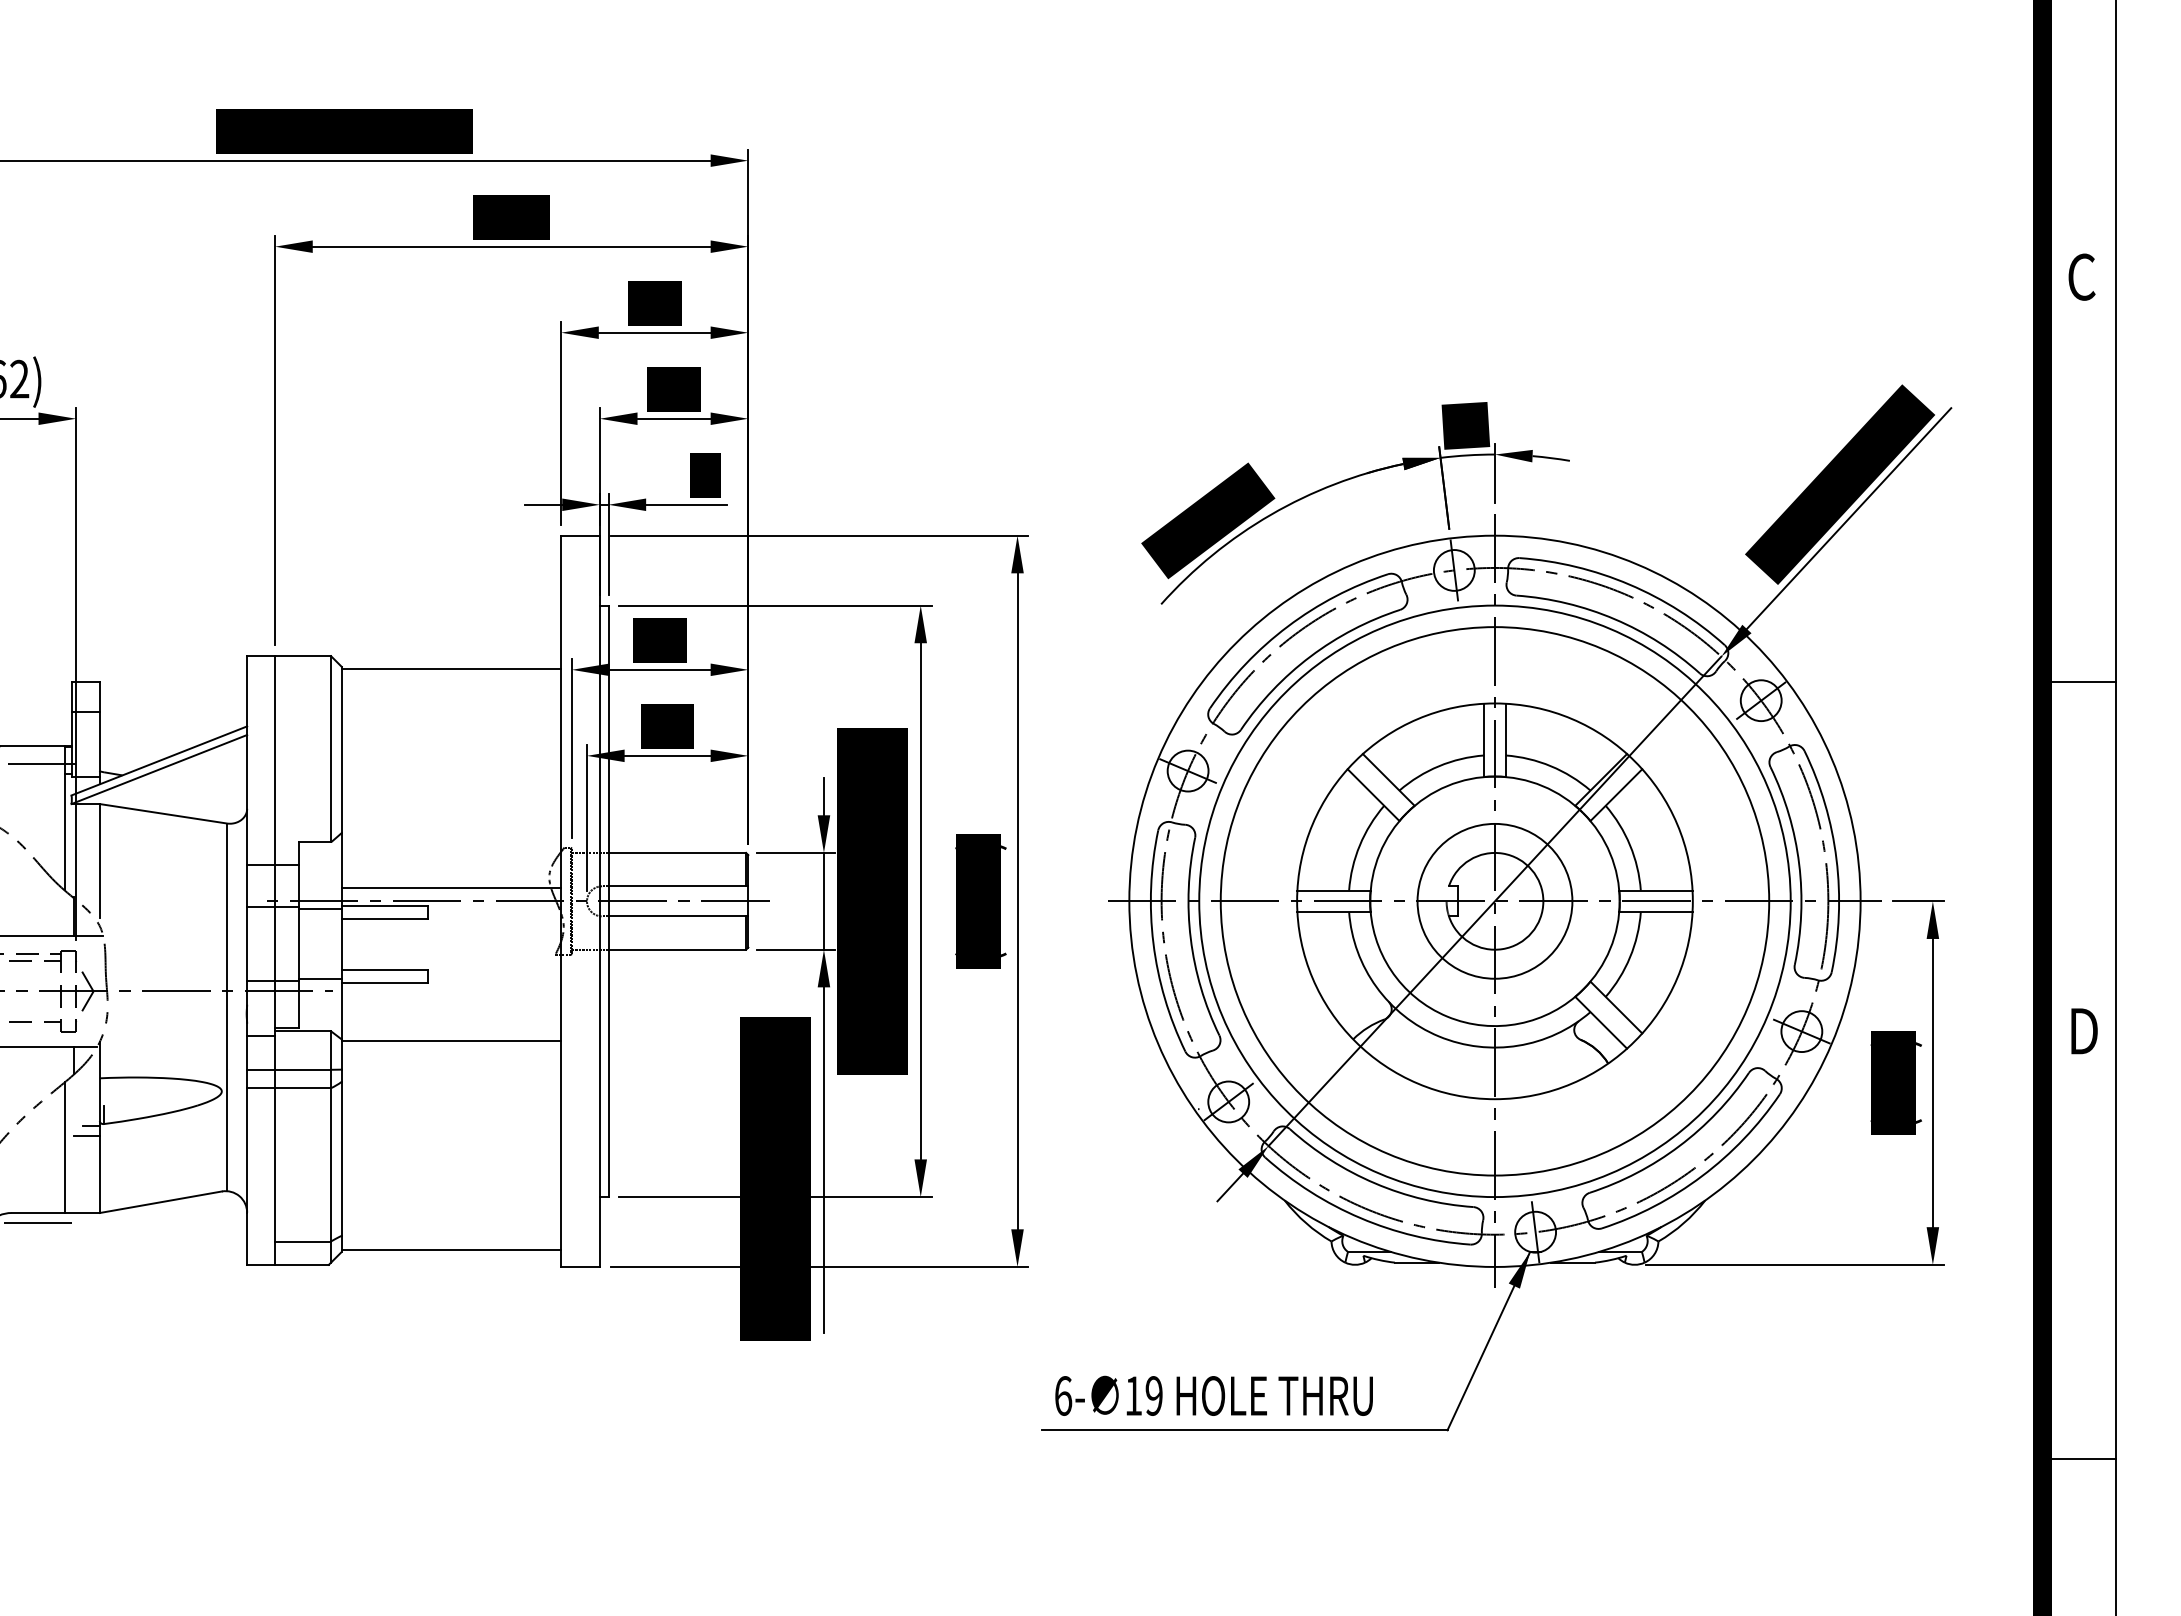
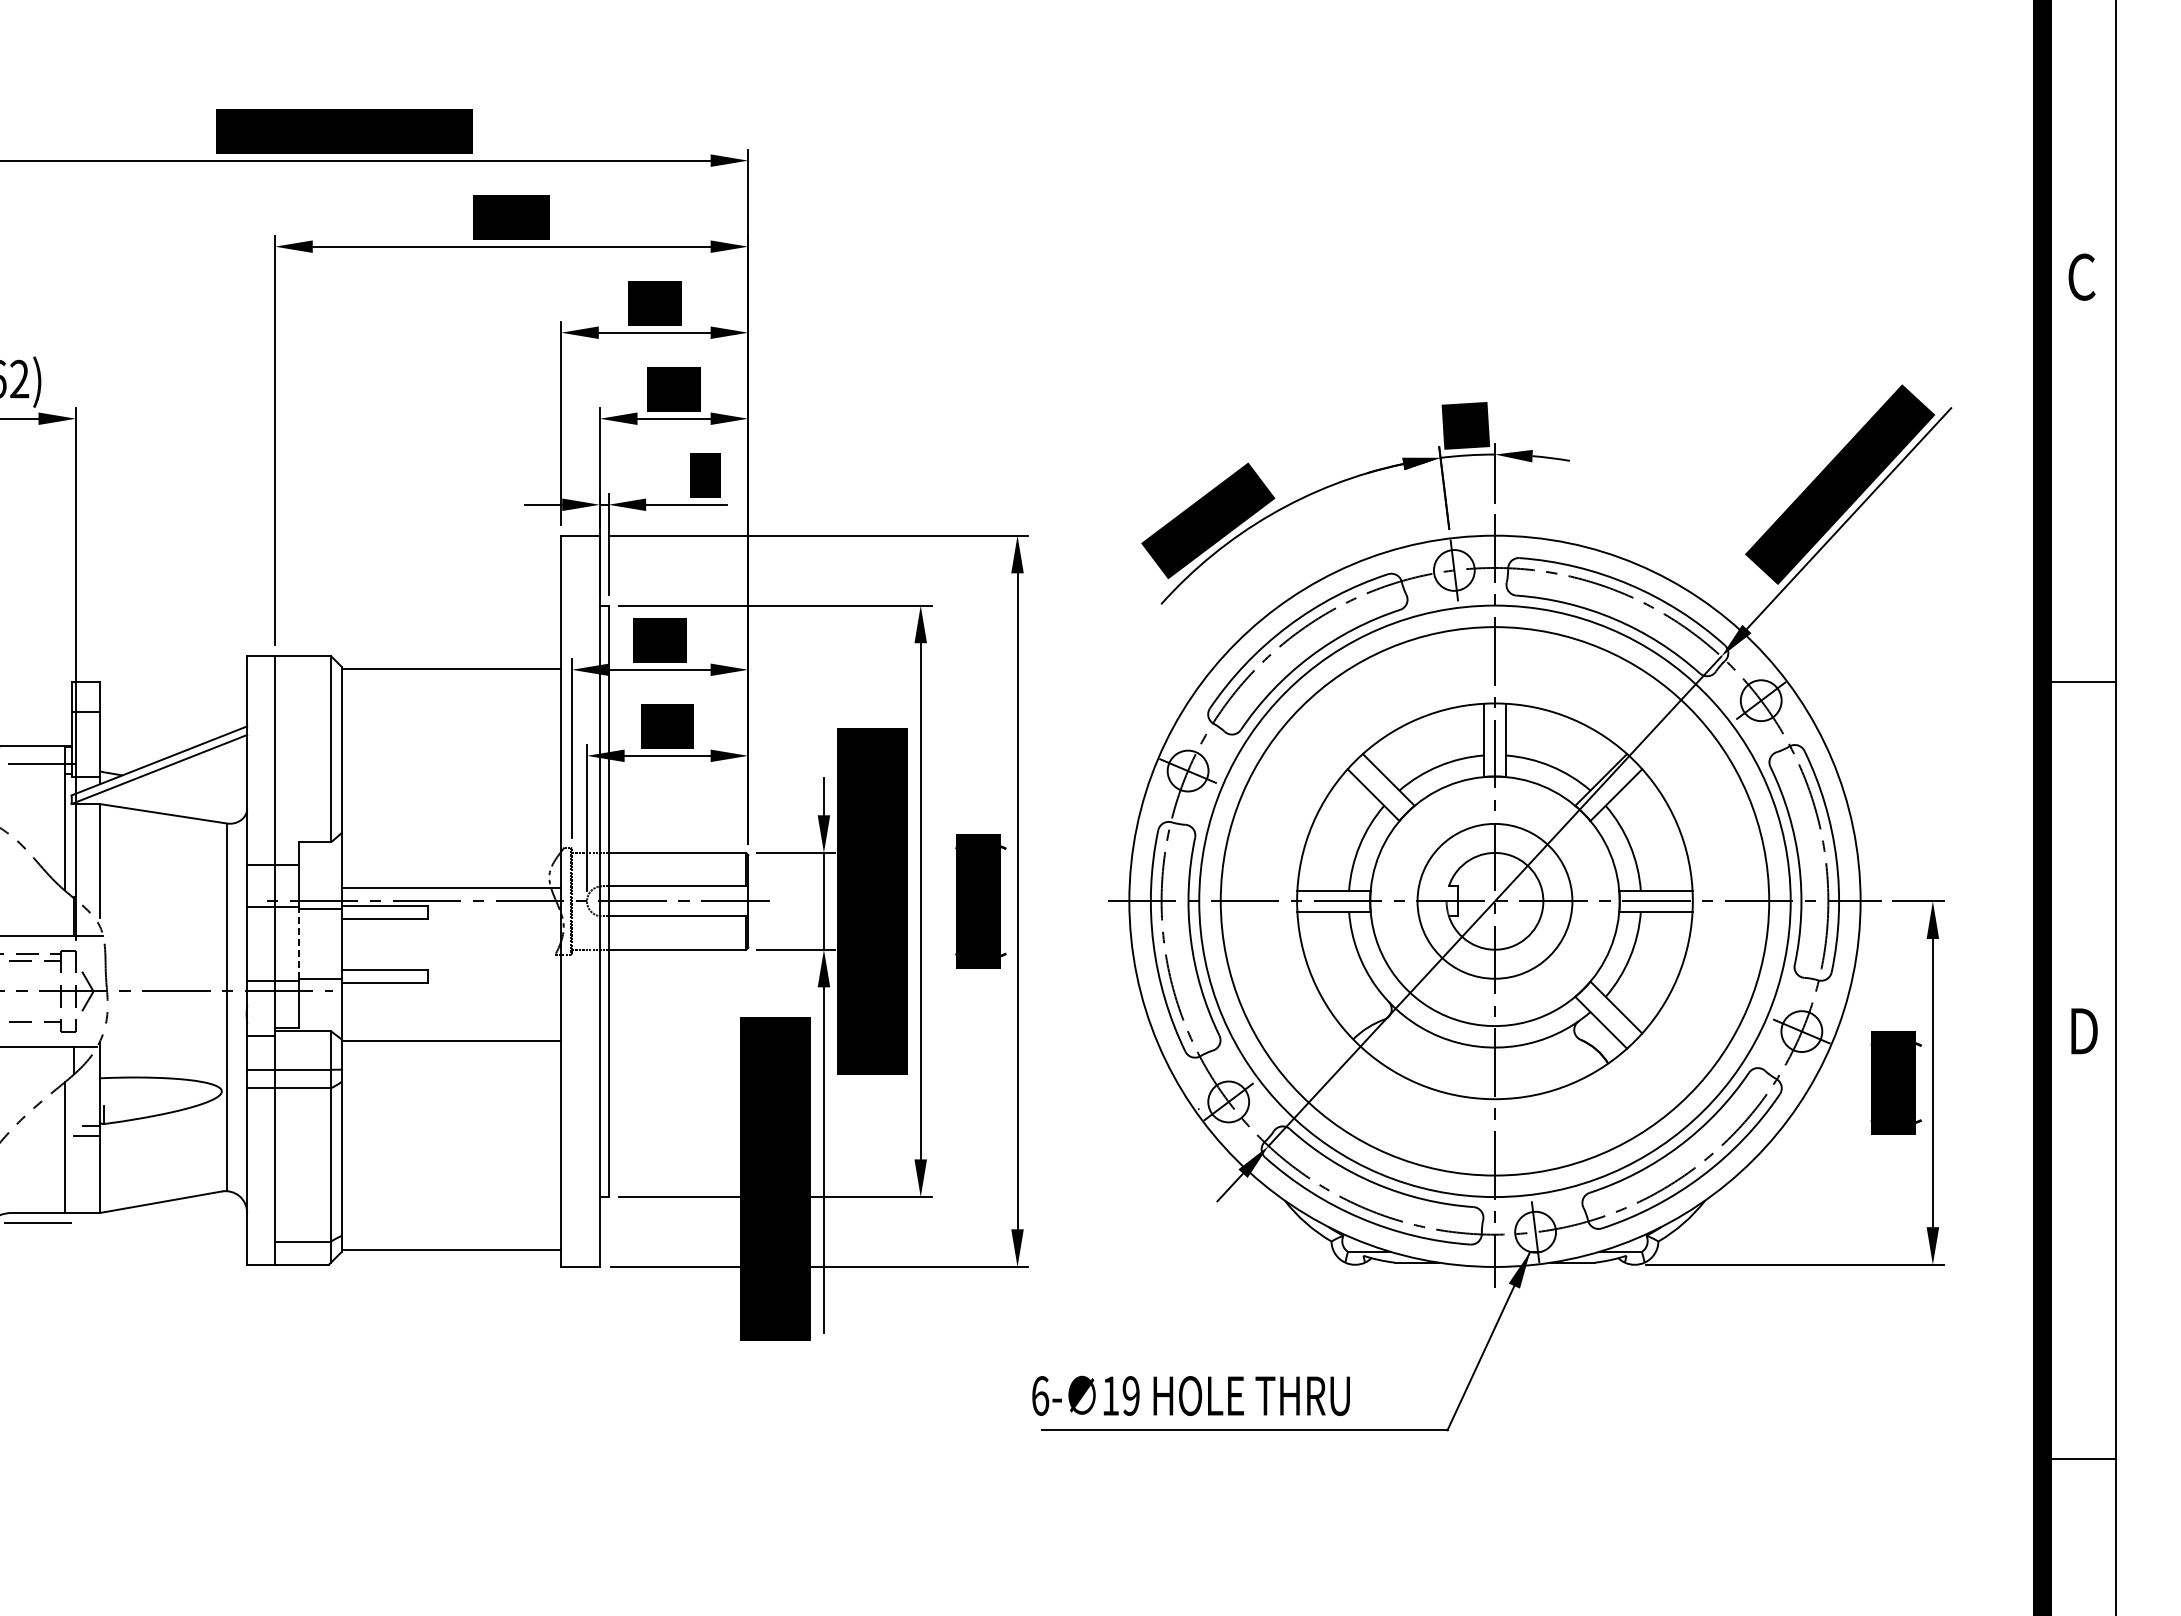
line at (298, 943): solid -> dashed
text at (1213, 1395) position: (1213, 1395) -> (1190, 1395)
